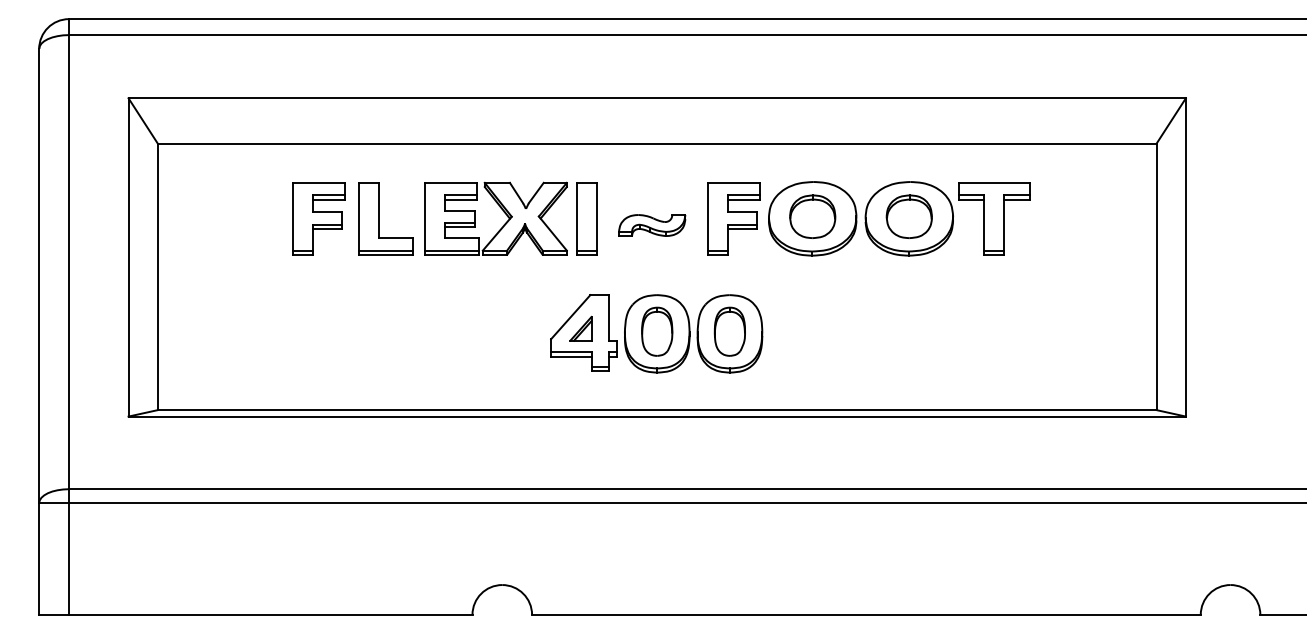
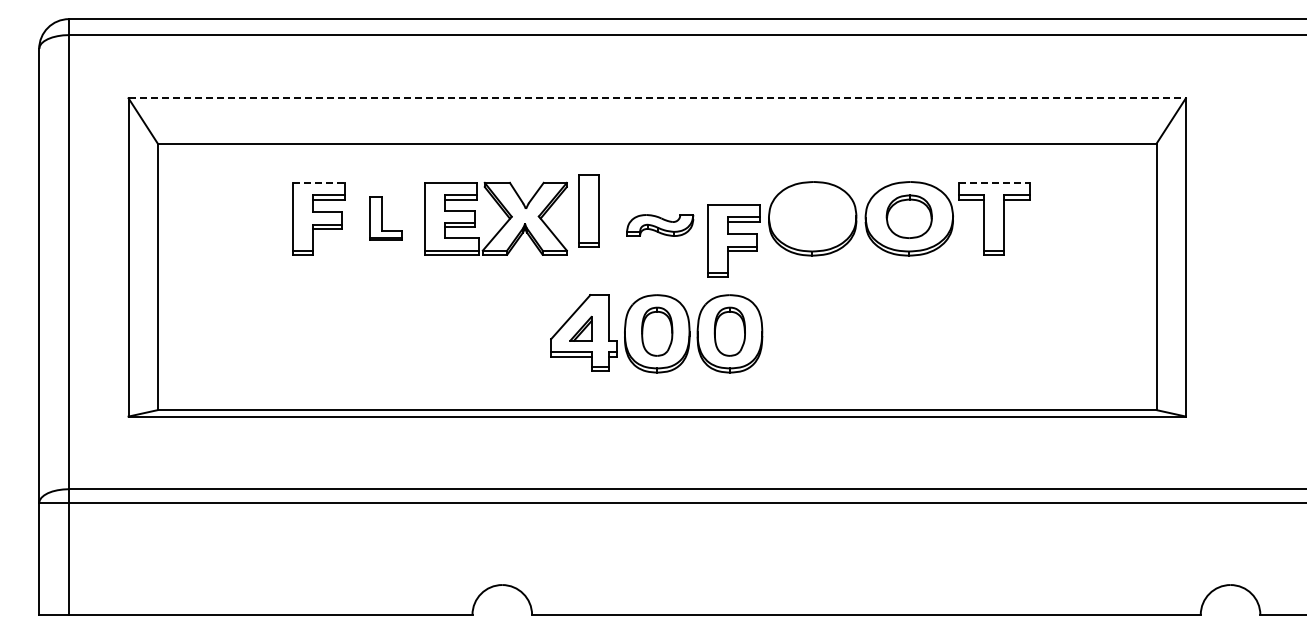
line at (657, 98): solid -> dashed
line at (319, 182): solid -> dashed
line at (994, 182): solid -> dashed
part at (812, 216): present -> none
part at (385, 218) size: 56x74 px -> 34x45 px
part at (586, 218) position: (586, 218) -> (588, 210)
part at (733, 218) position: (733, 218) -> (733, 240)
part at (652, 225) position: (652, 225) -> (660, 225)
